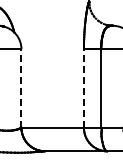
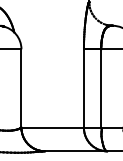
line at (21, 88): dashed -> solid
line at (83, 88): dashed -> solid
